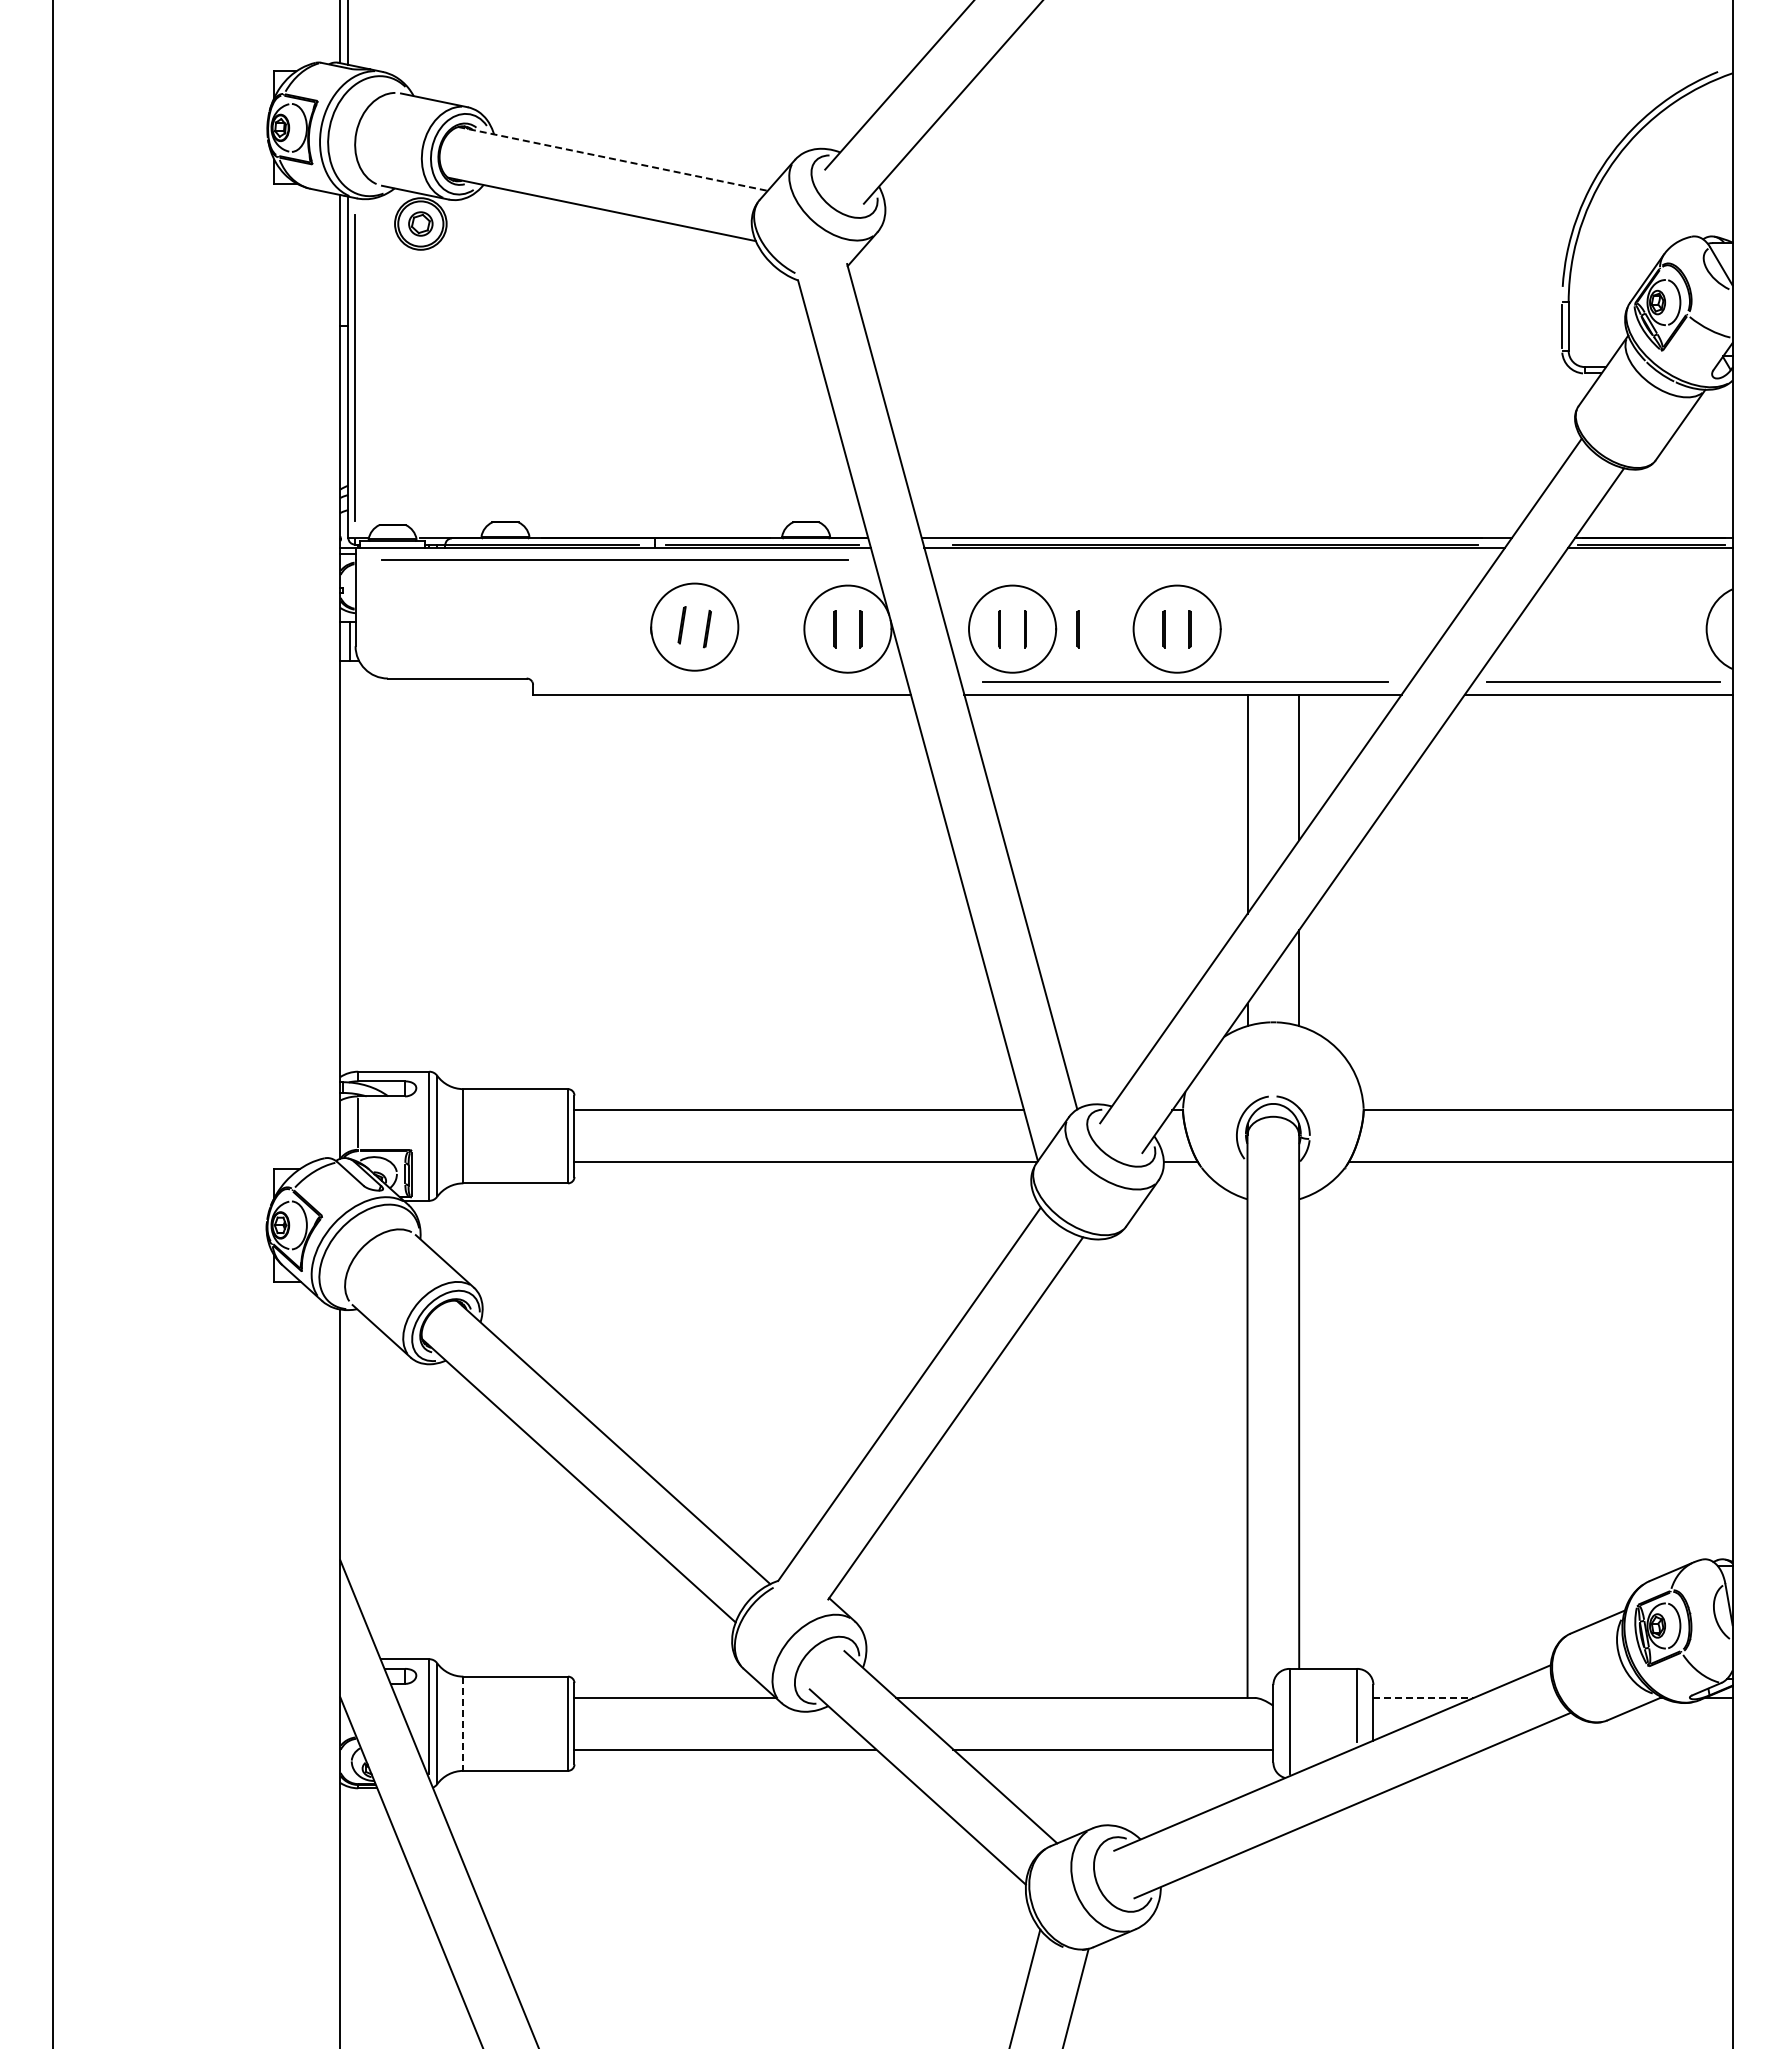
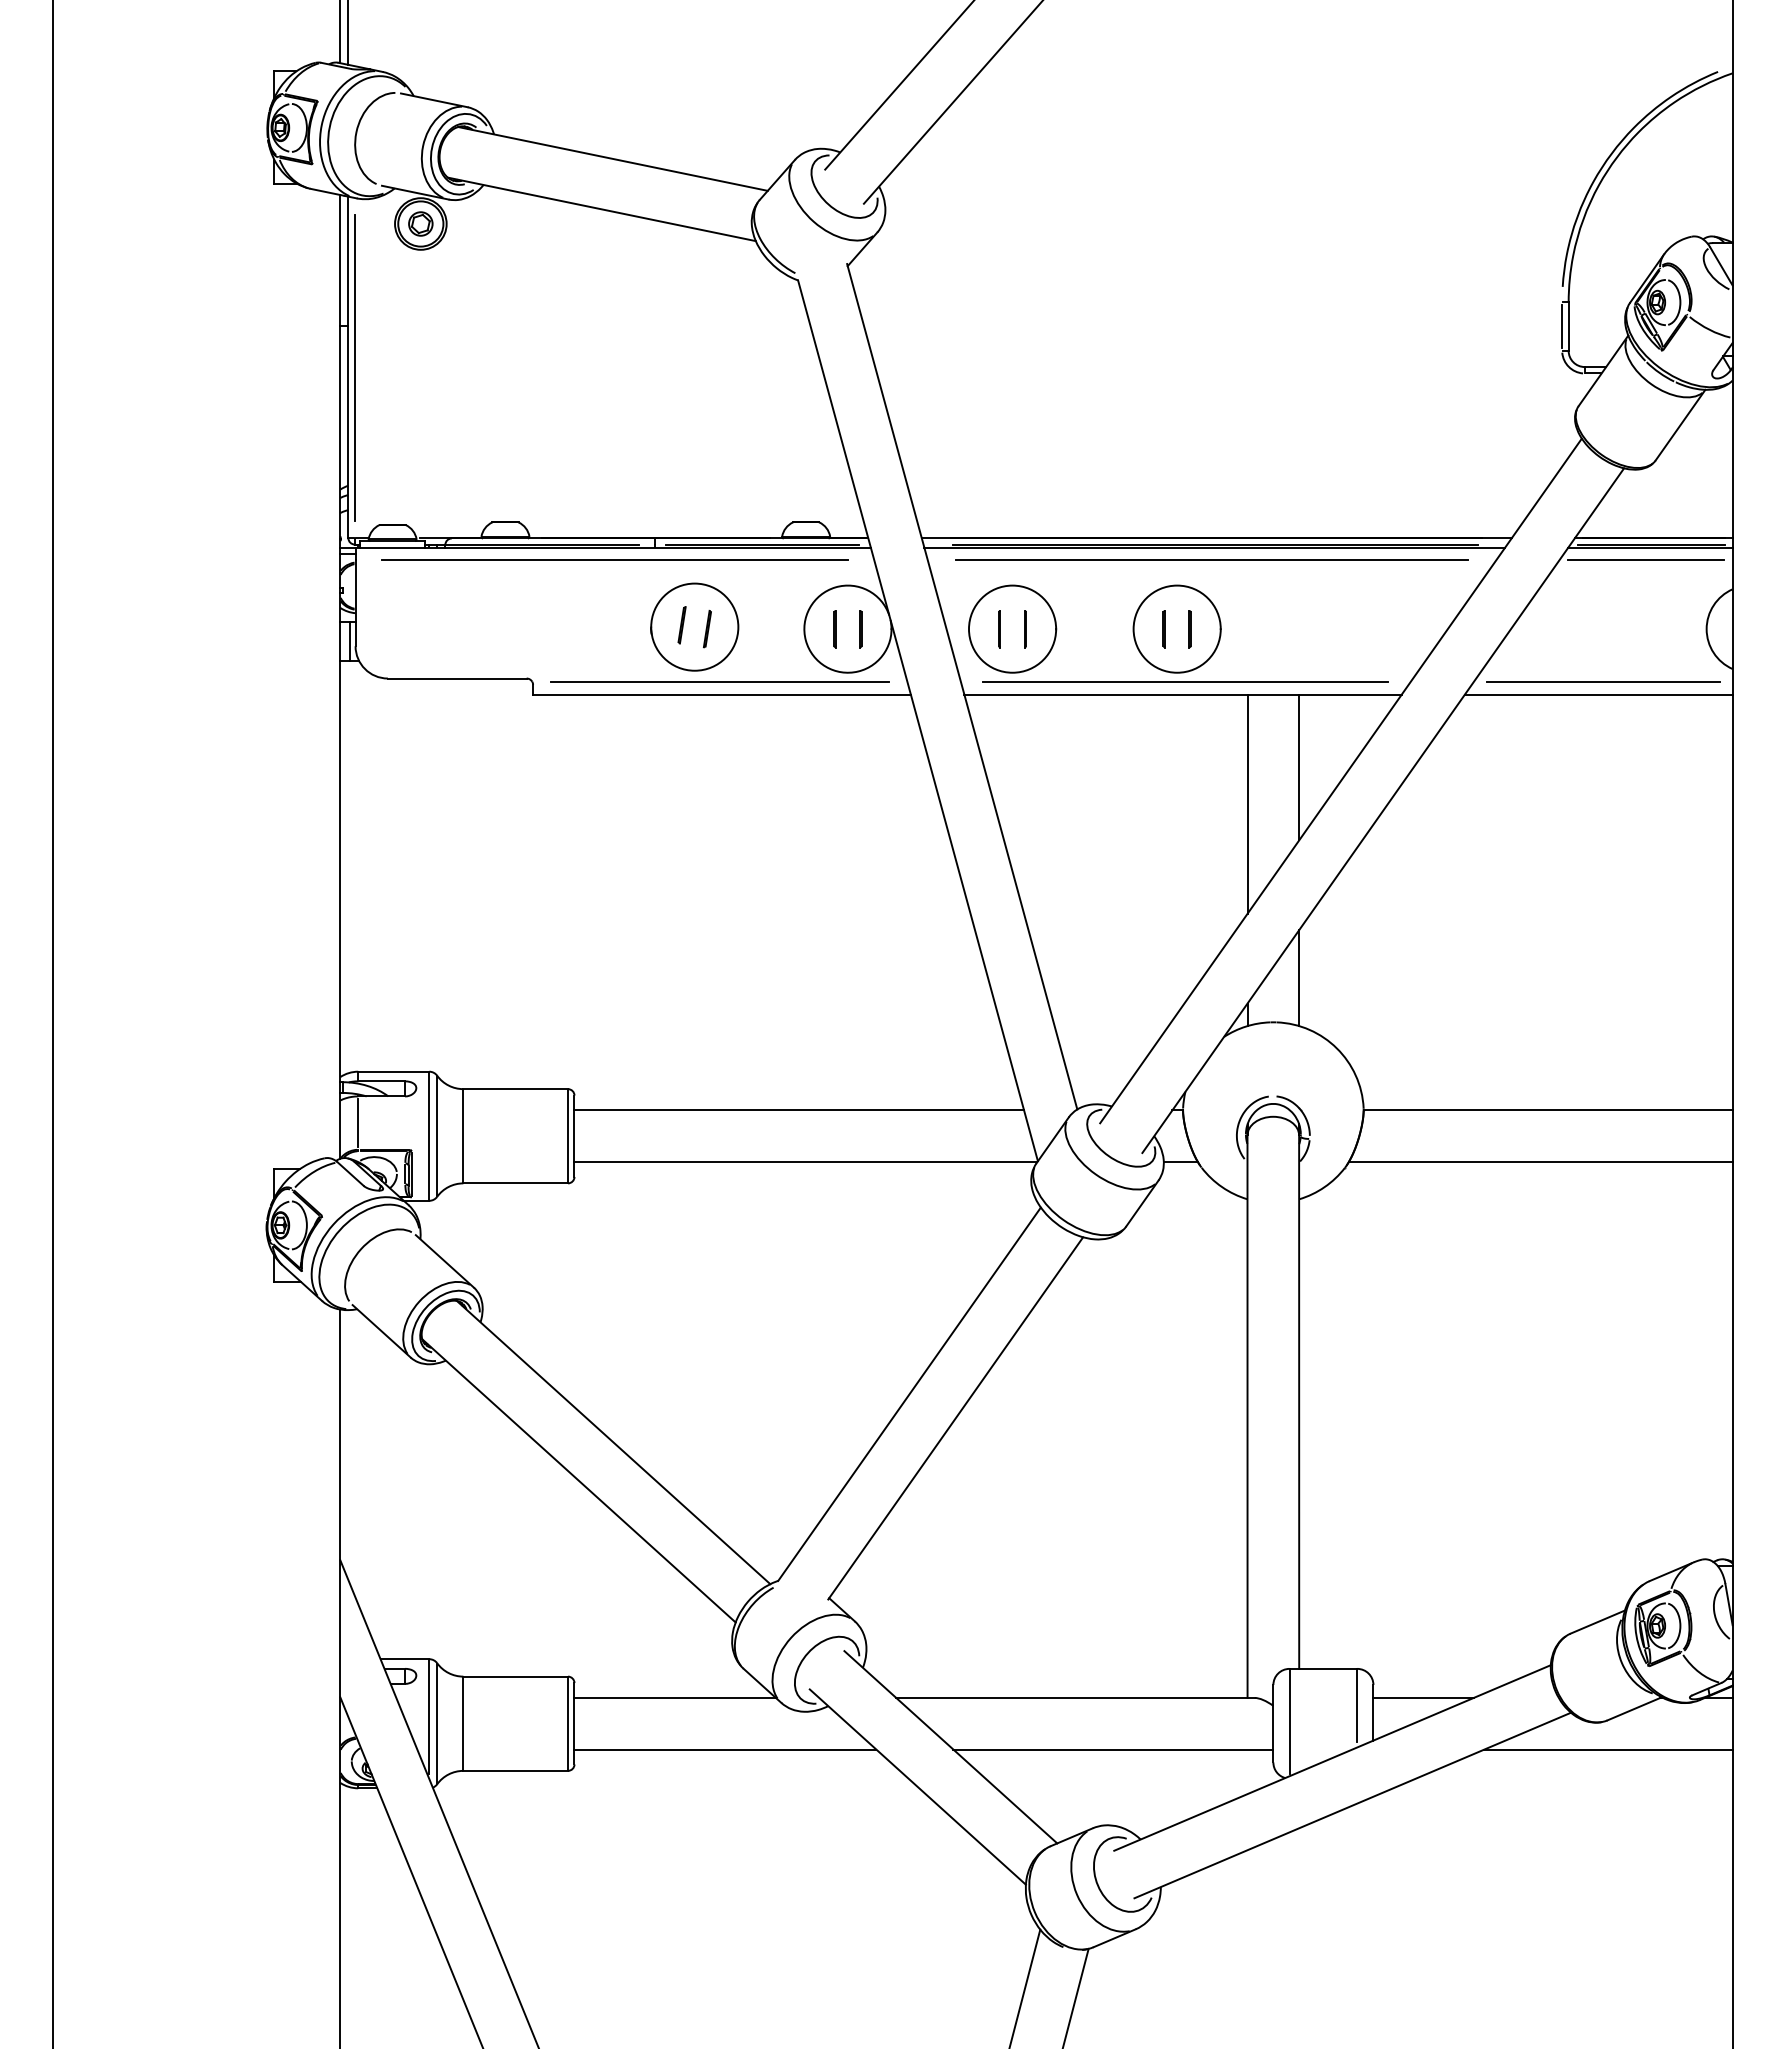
line at (613, 159): dashed -> solid
line at (1211, 560): none -> present
line at (1645, 560): none -> present
line at (1077, 629): present -> none
line at (719, 681): none -> present
line at (1424, 1697): dashed -> solid
line at (463, 1723): dashed -> solid
line at (1608, 1749): none -> present
